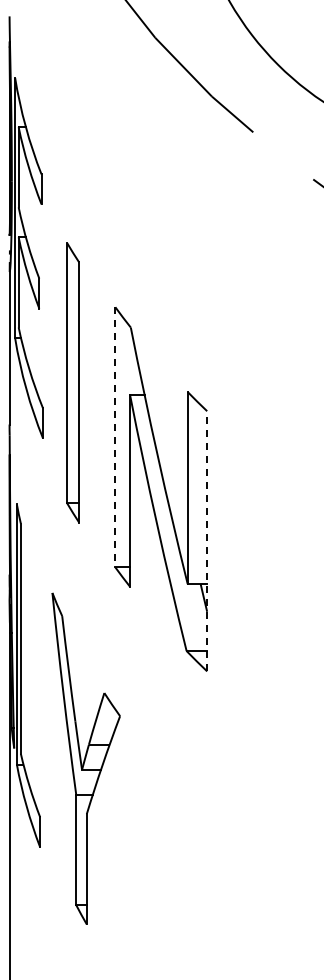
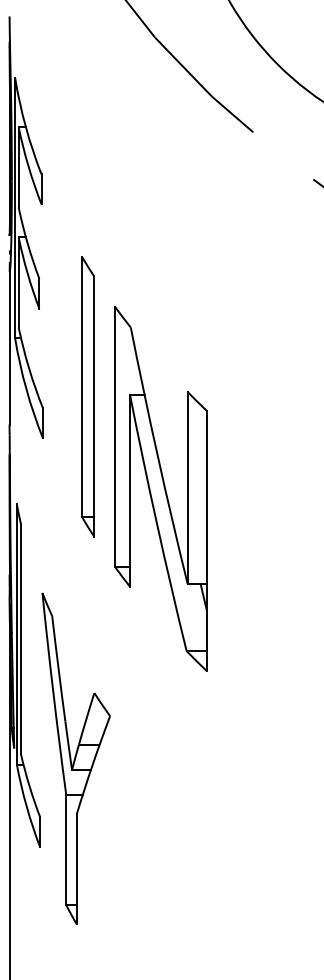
part at (72, 382) position: (72, 382) -> (87, 396)
line at (115, 437): dashed -> solid
line at (207, 540): dashed -> solid
part at (85, 758) position: (85, 758) -> (75, 758)
